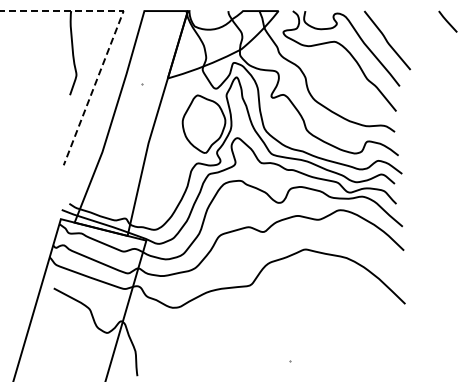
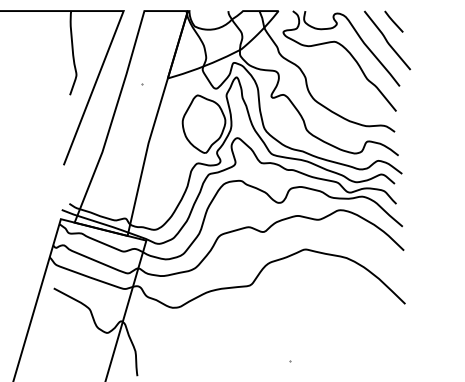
line at (447, 21) position: (447, 21) -> (393, 21)
line at (116, 30): dashed -> solid
